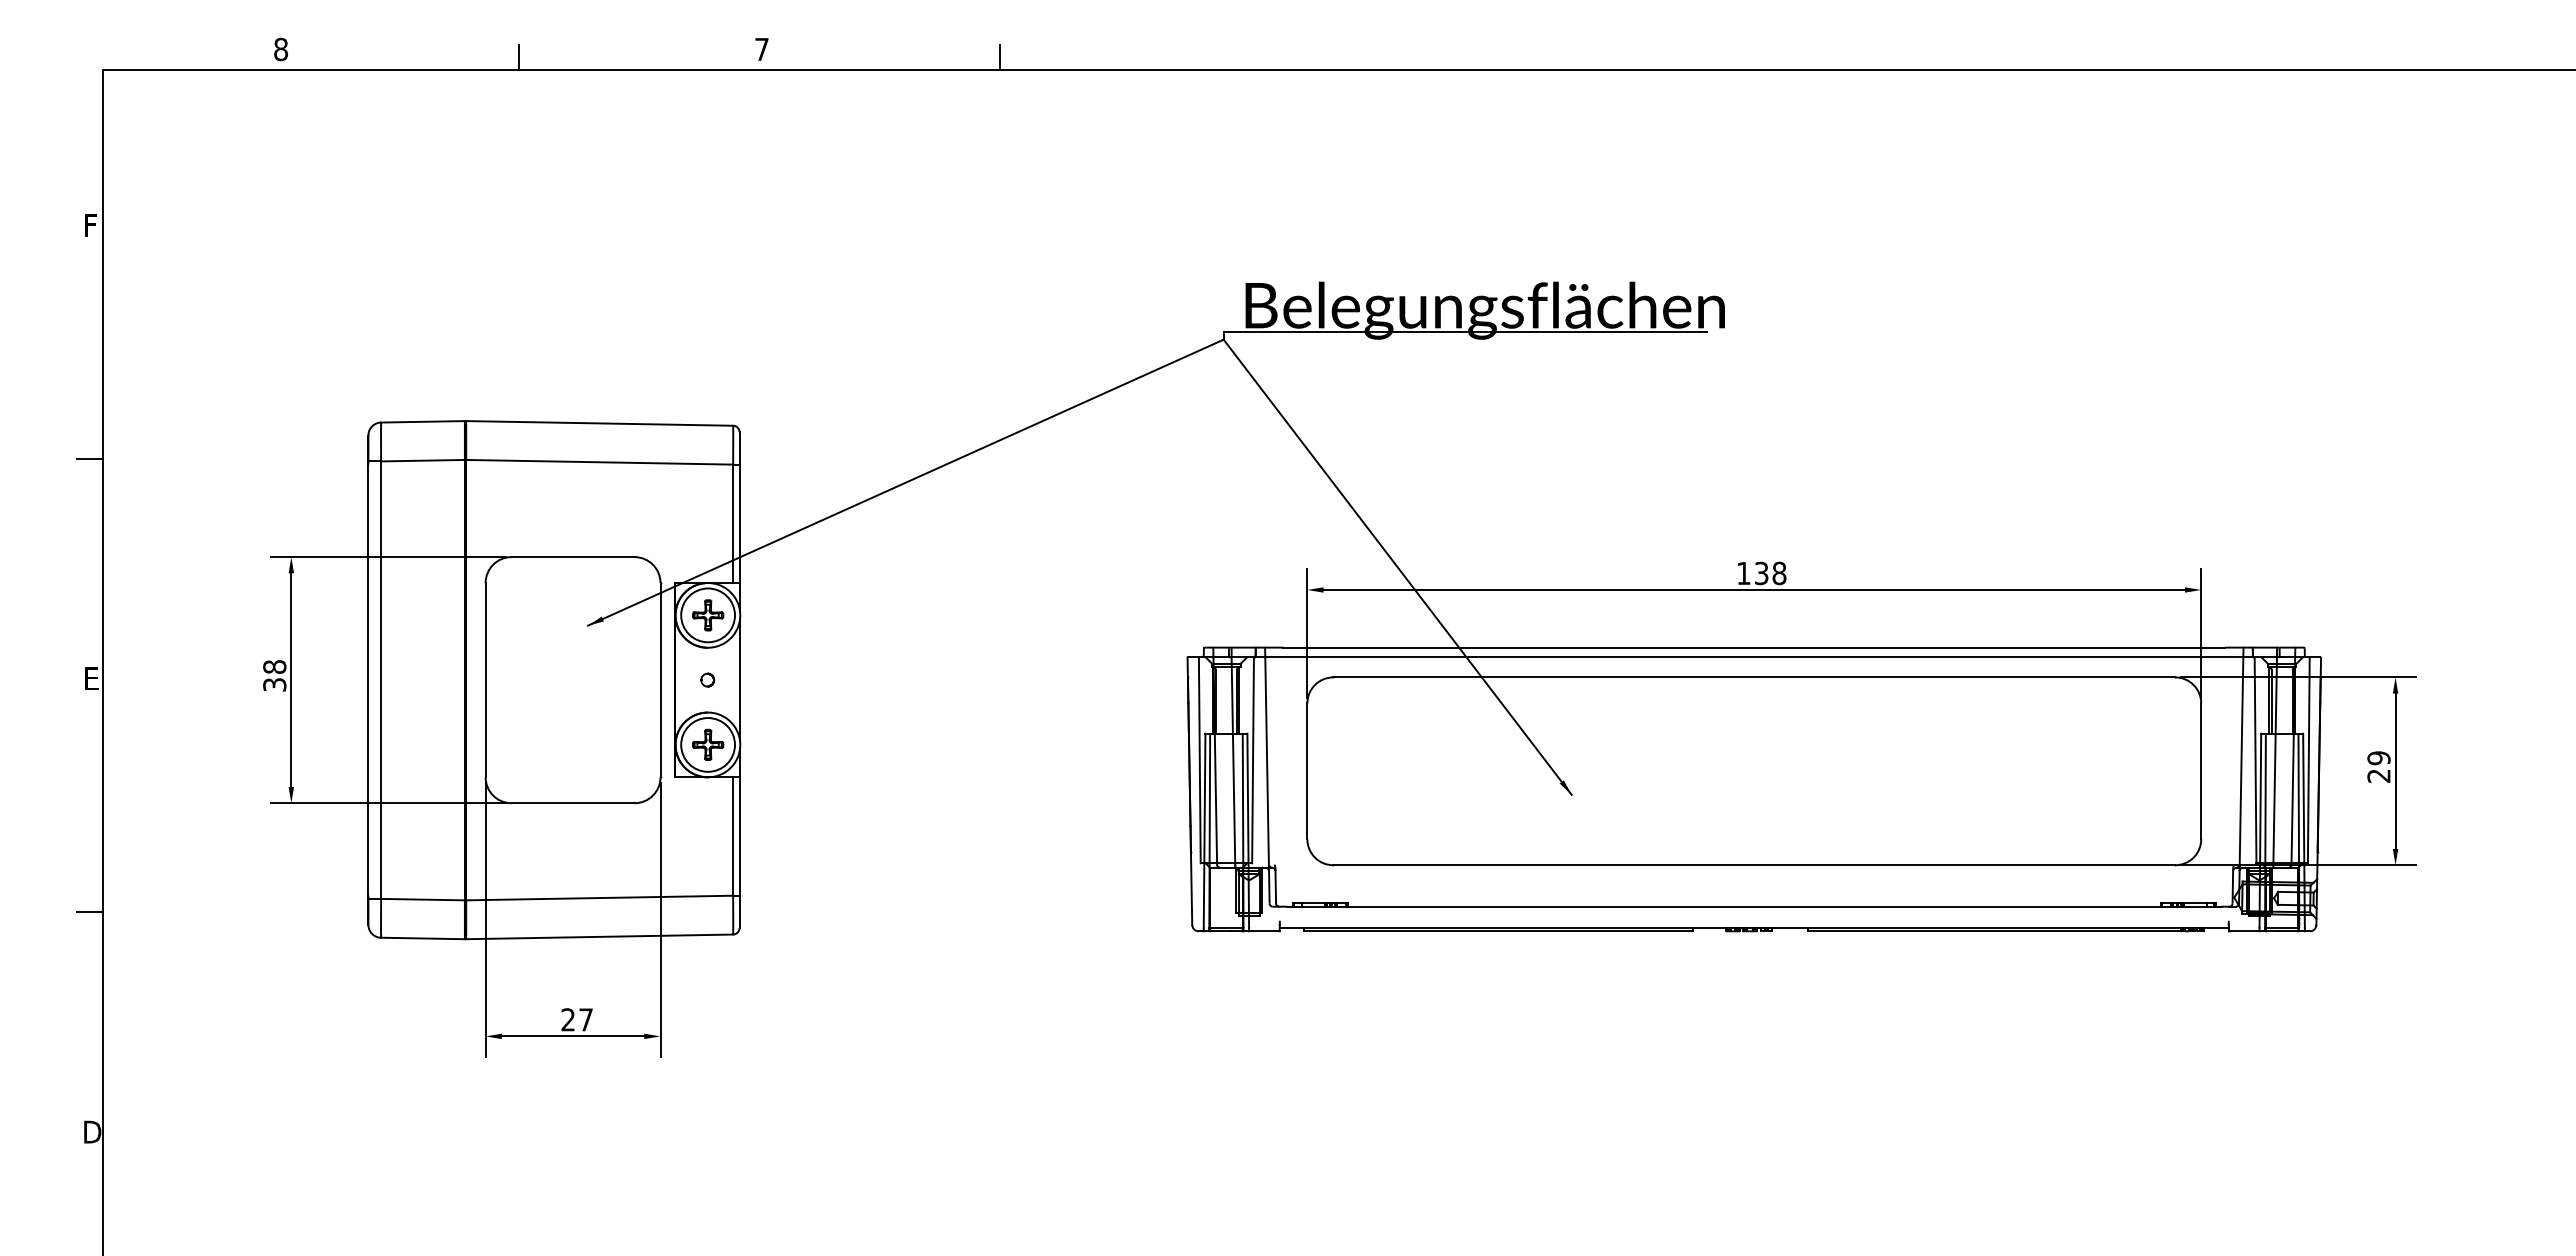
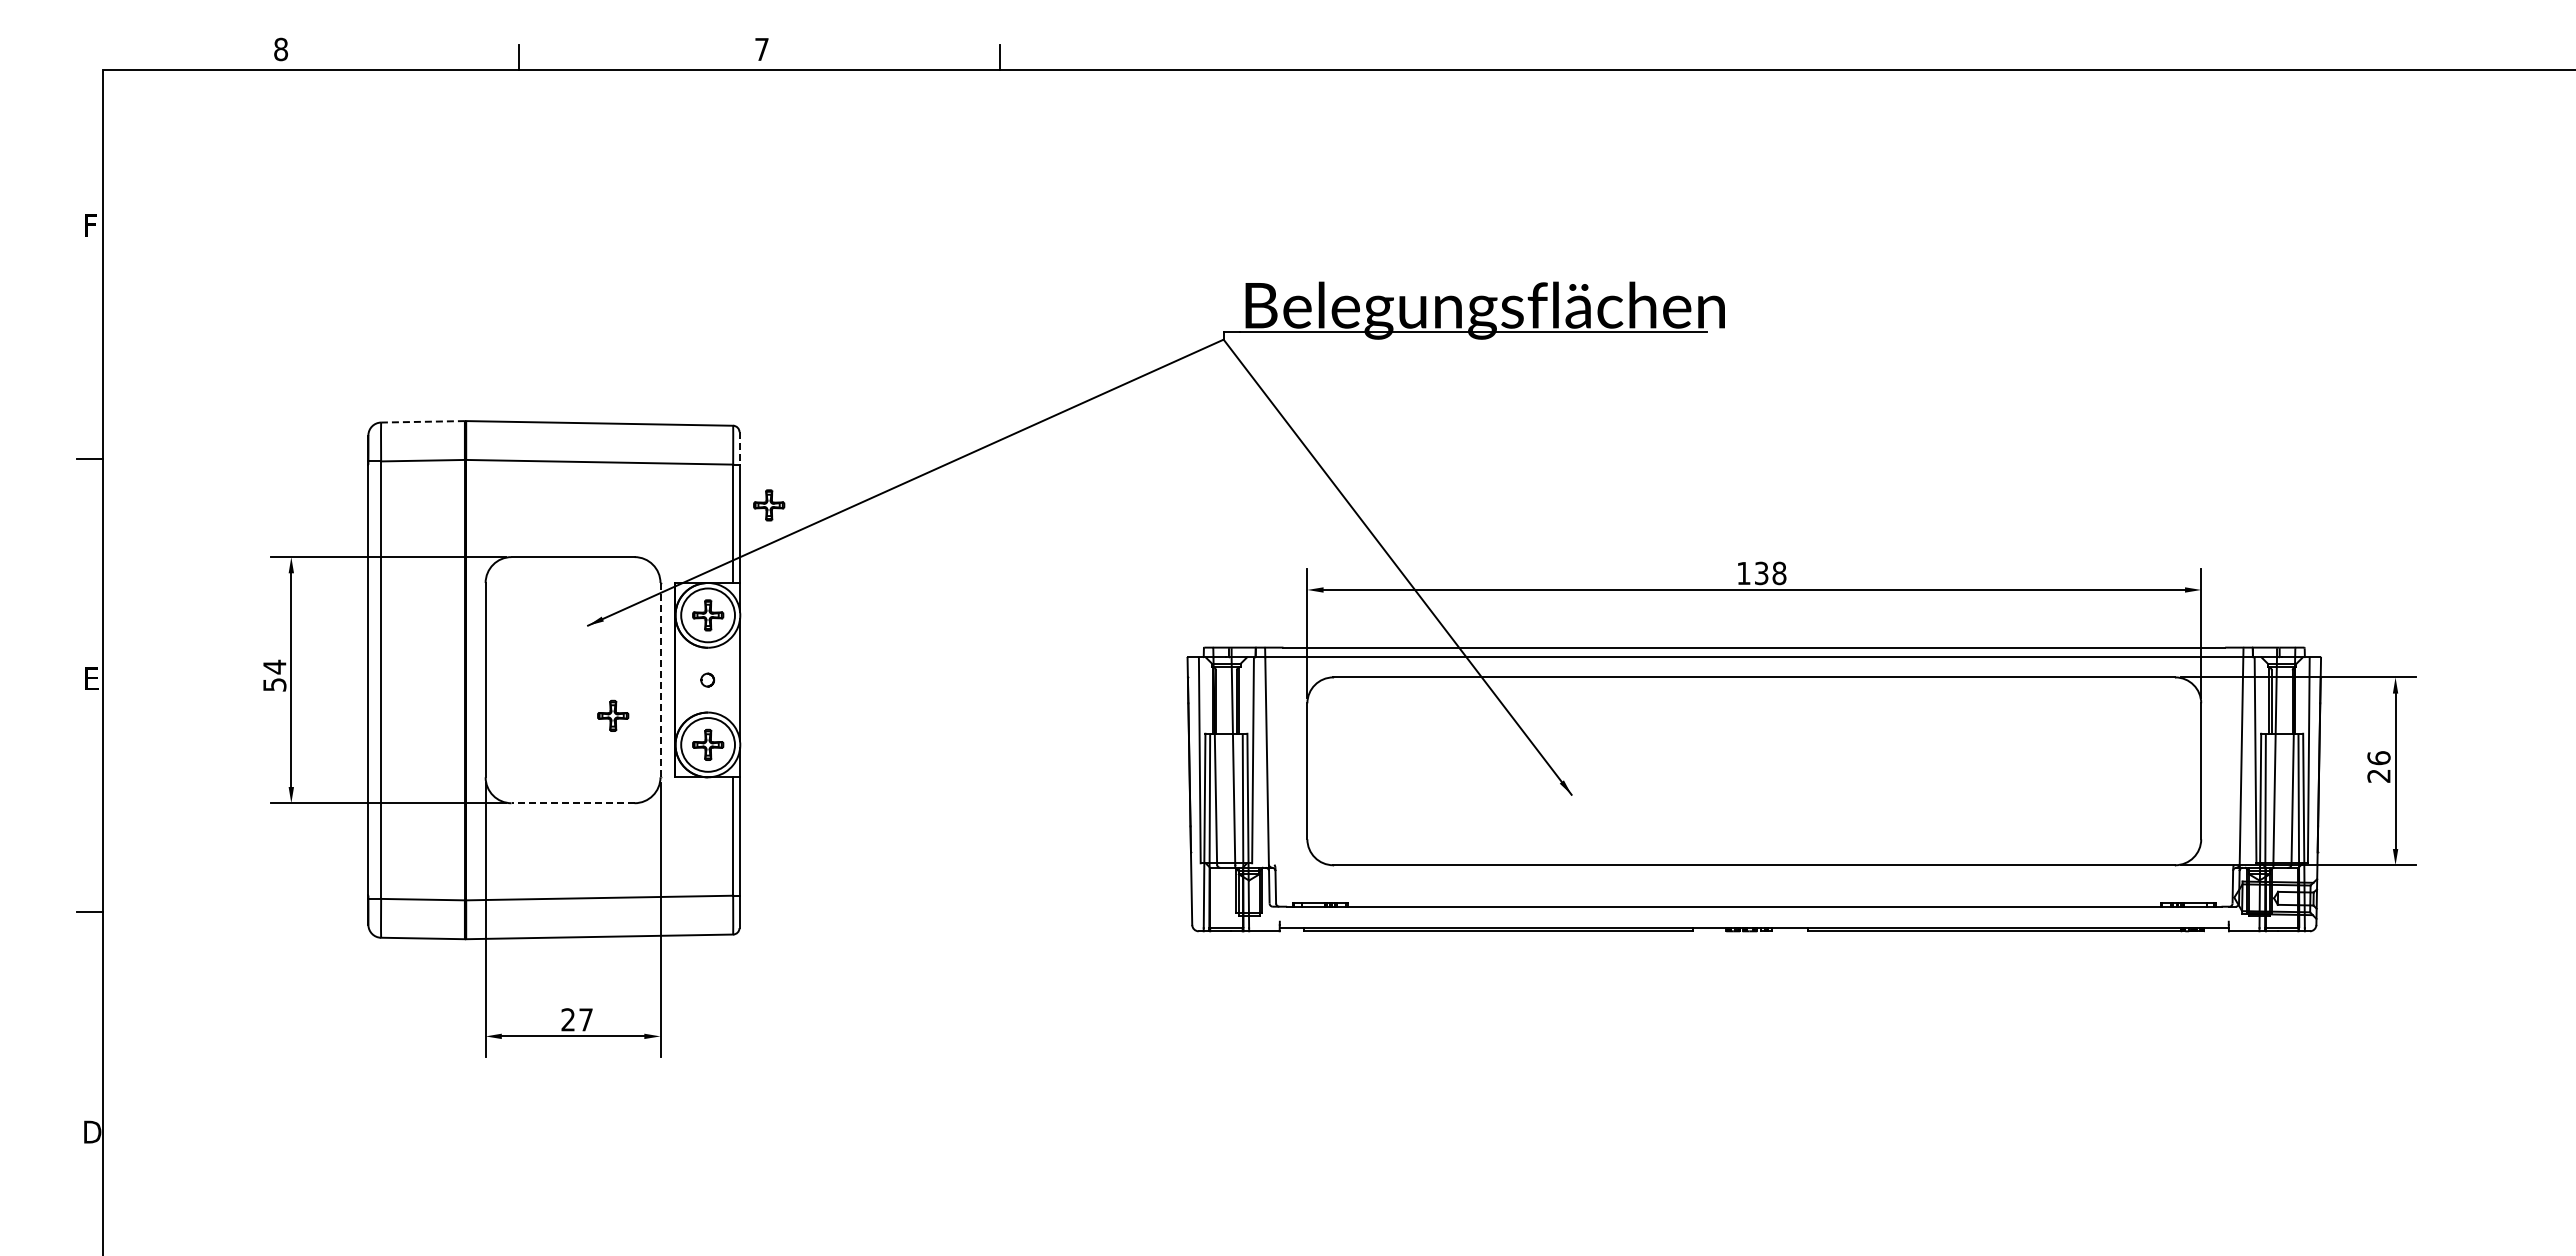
line at (423, 421): solid -> dashed
line at (739, 448): solid -> dashed
part at (769, 505): none -> present
text at (274, 674): 38 -> 54
line at (660, 679): solid -> dashed
part at (613, 715): none -> present
text at (2378, 758): 29 -> 26
line at (573, 803): solid -> dashed
